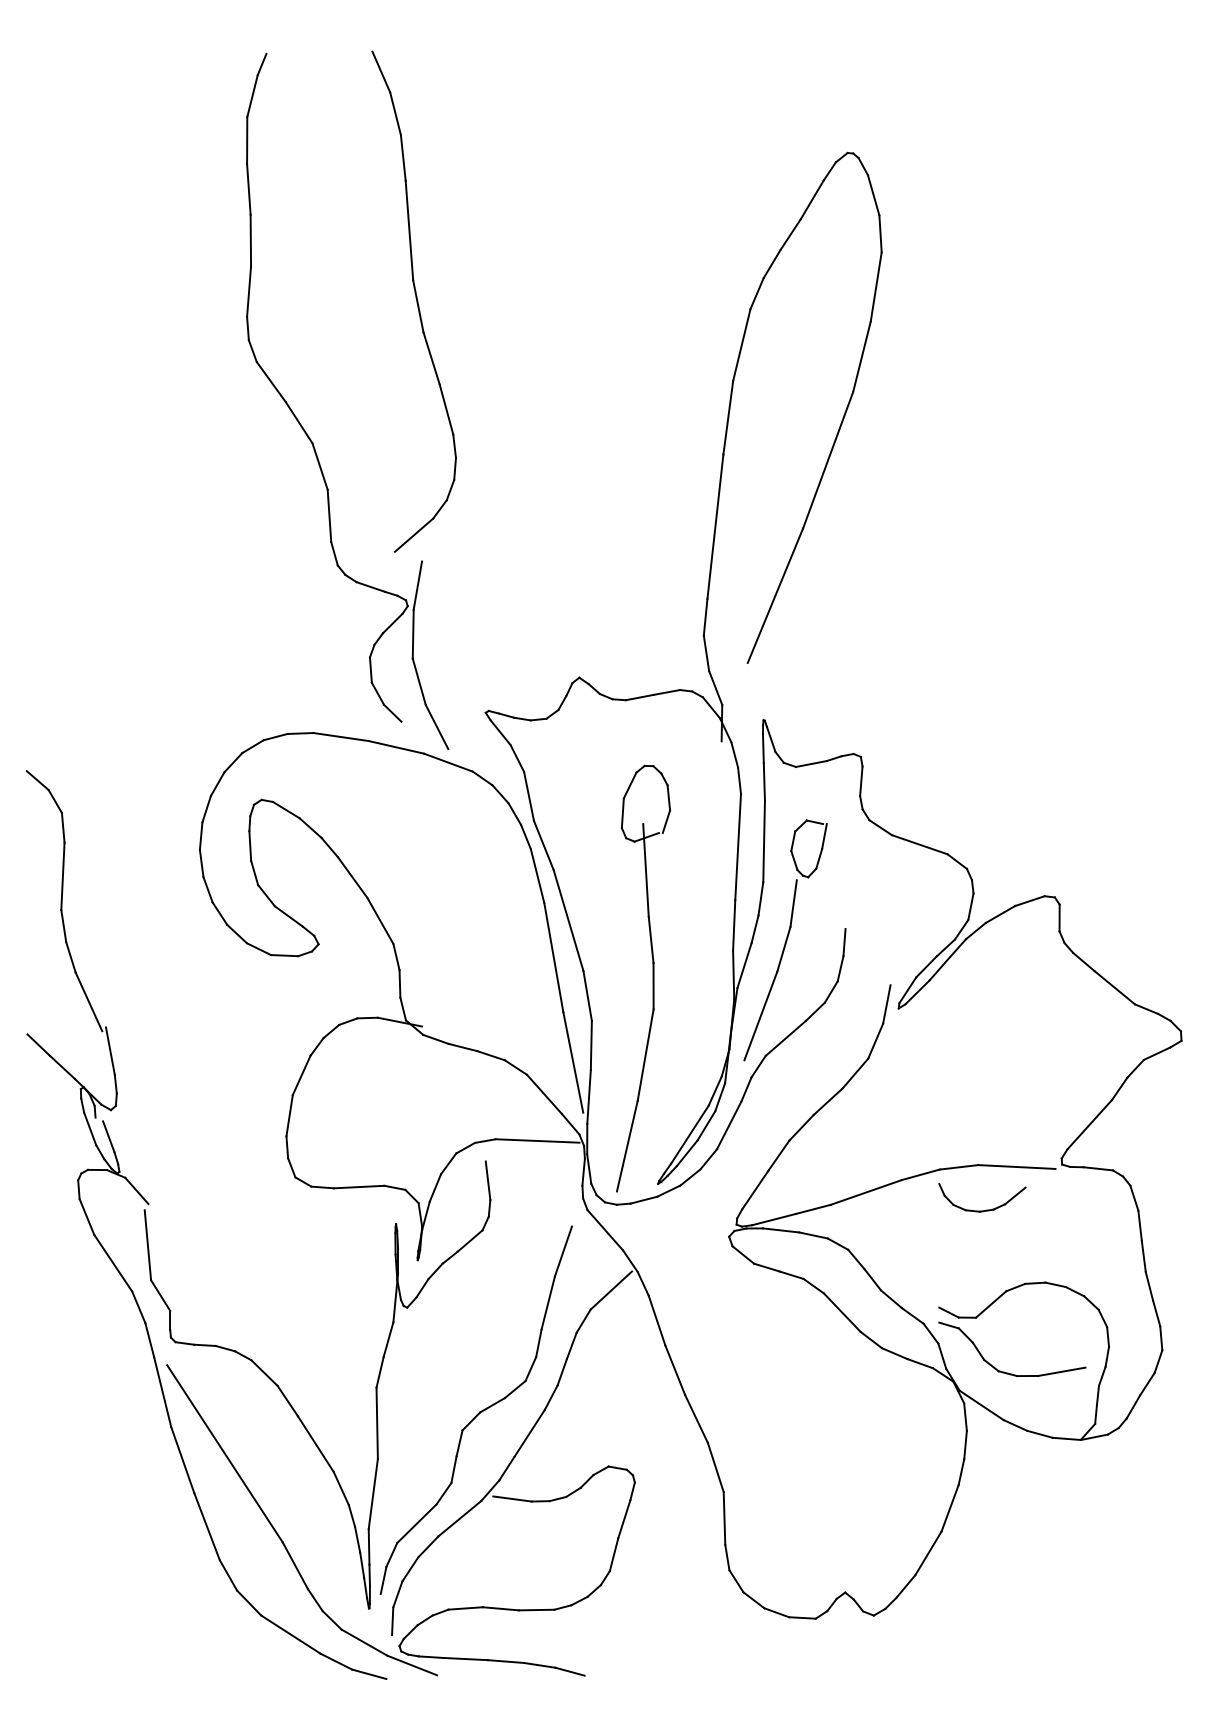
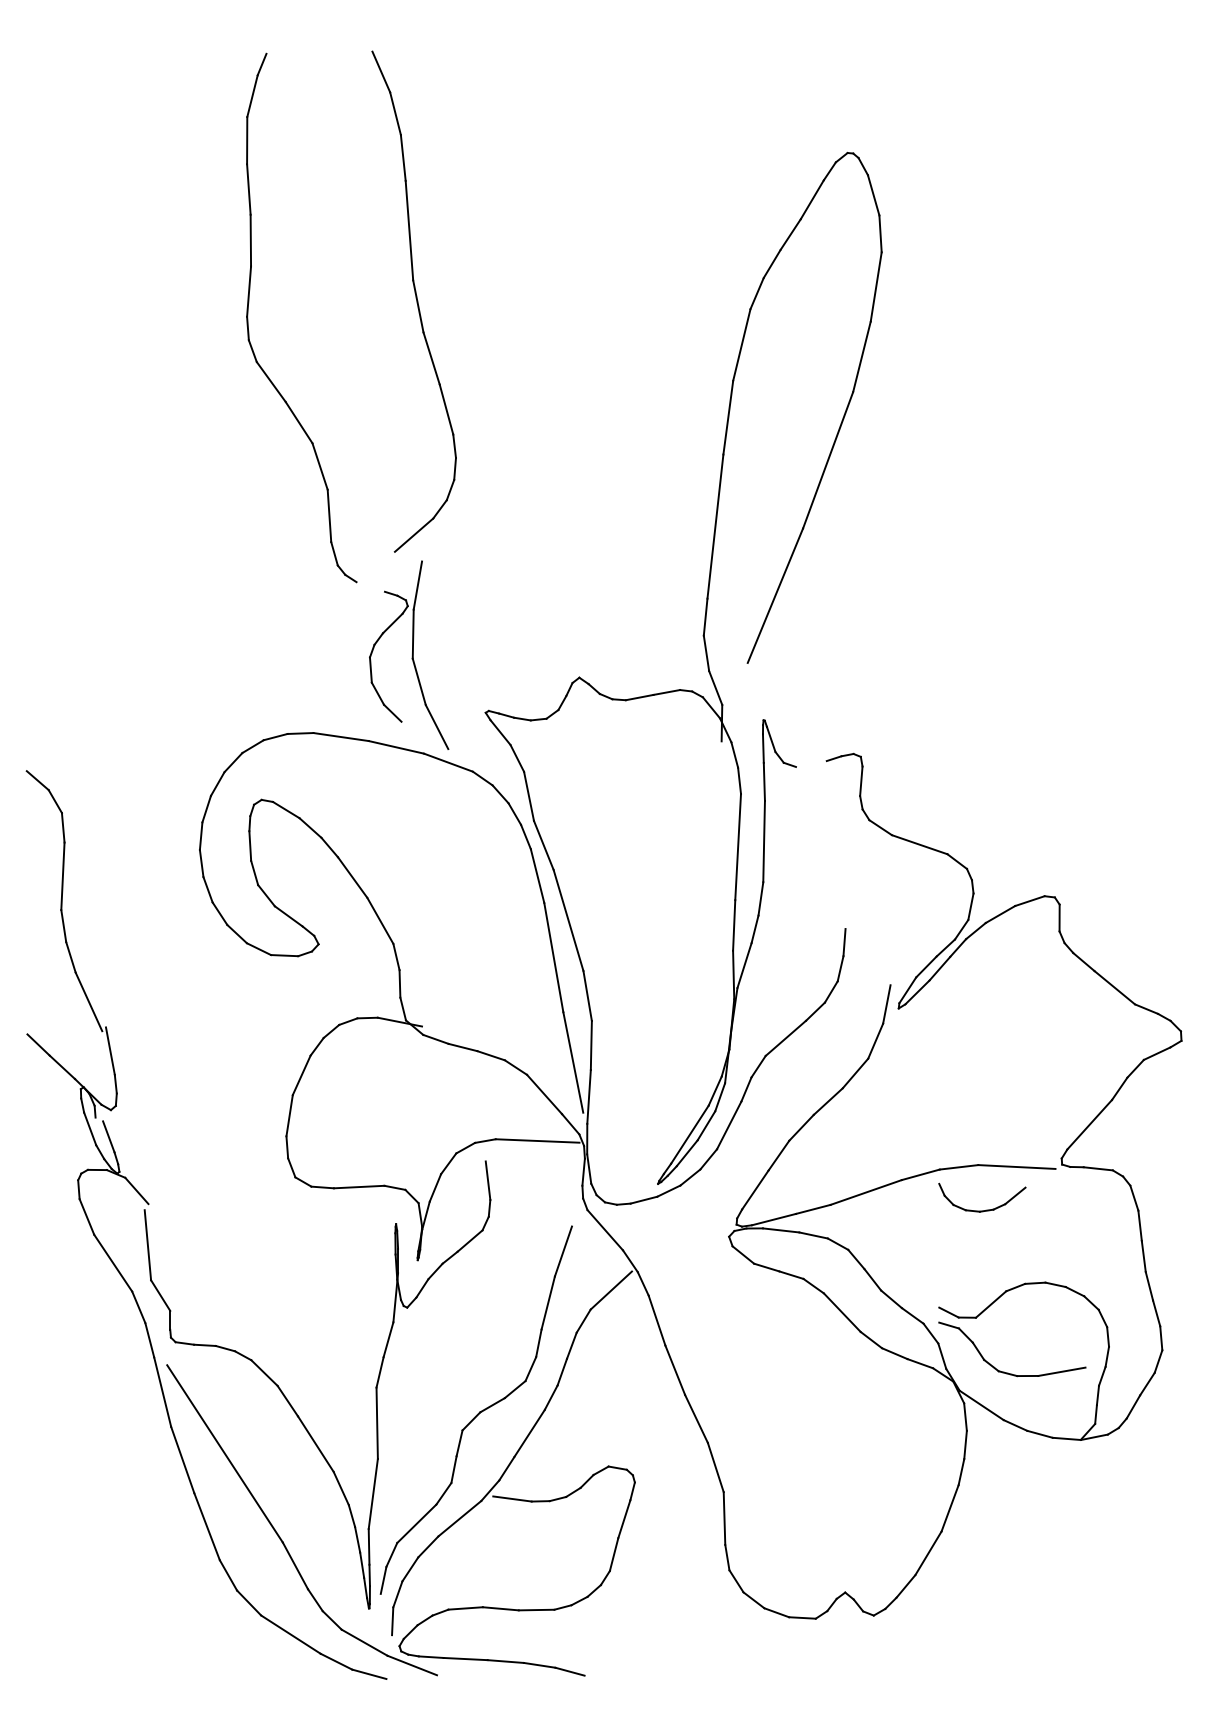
line at (370, 586): present -> none
line at (810, 763): present -> none
part at (785, 940): present -> none
part at (652, 978): present -> none
